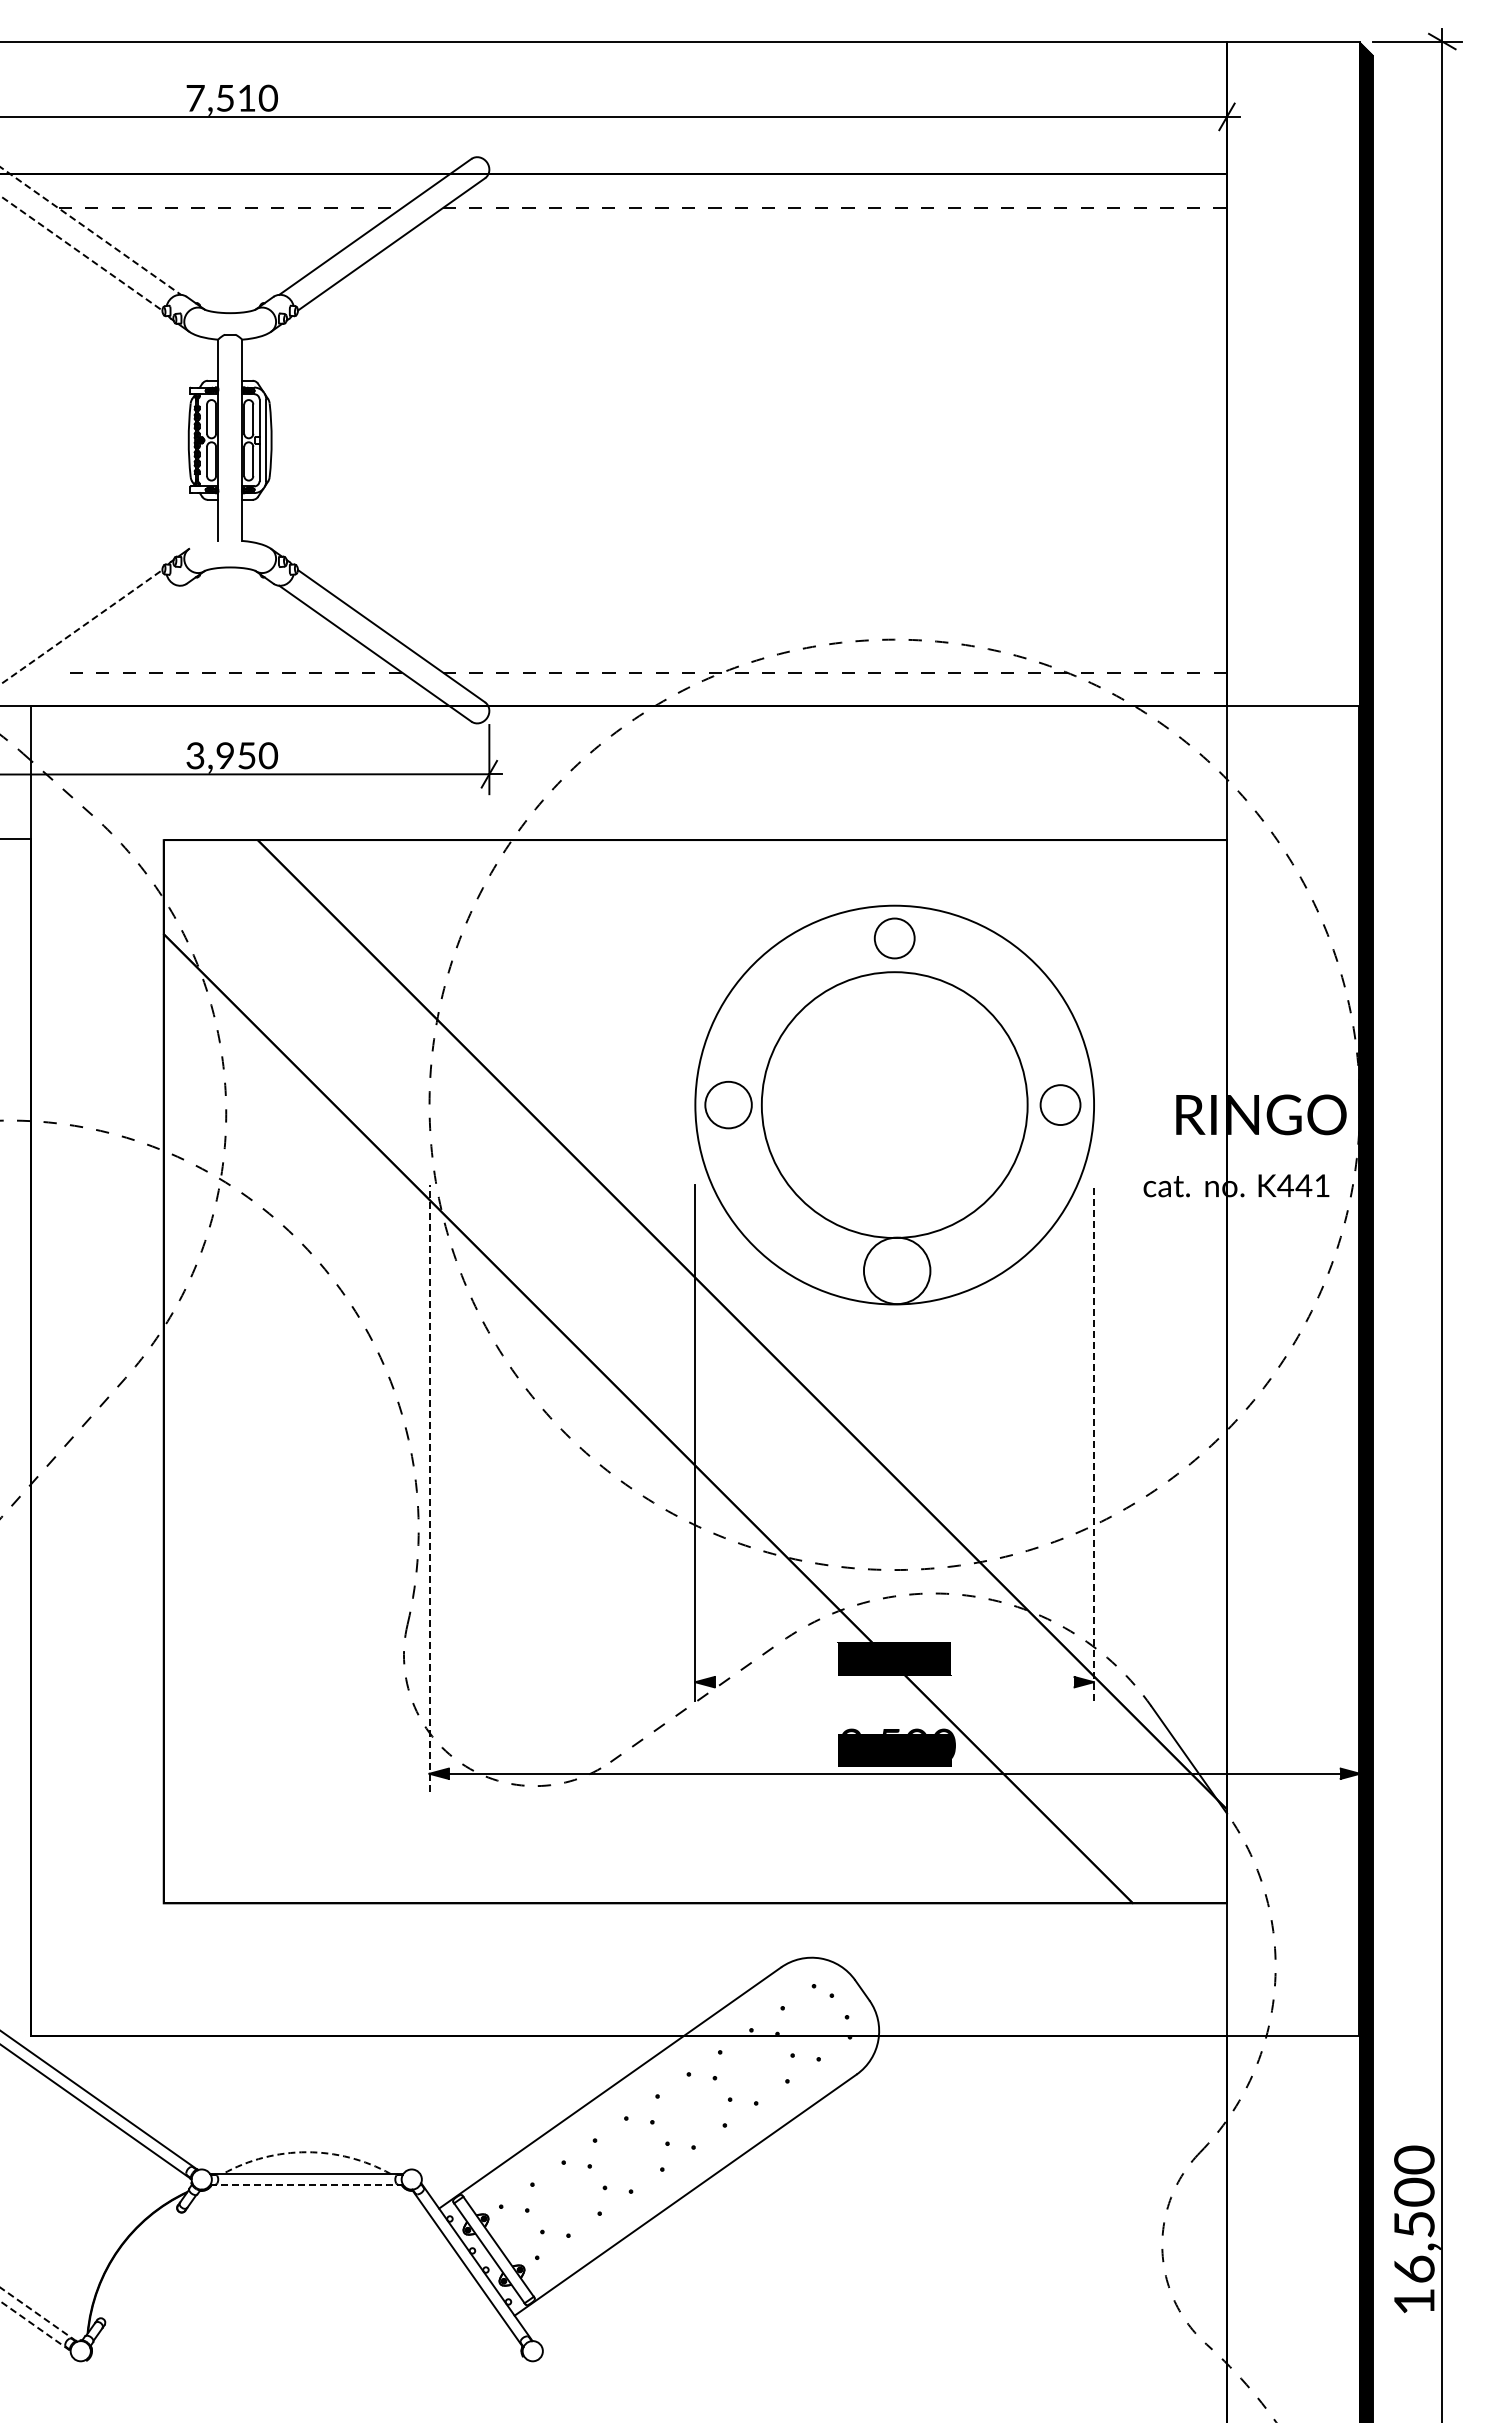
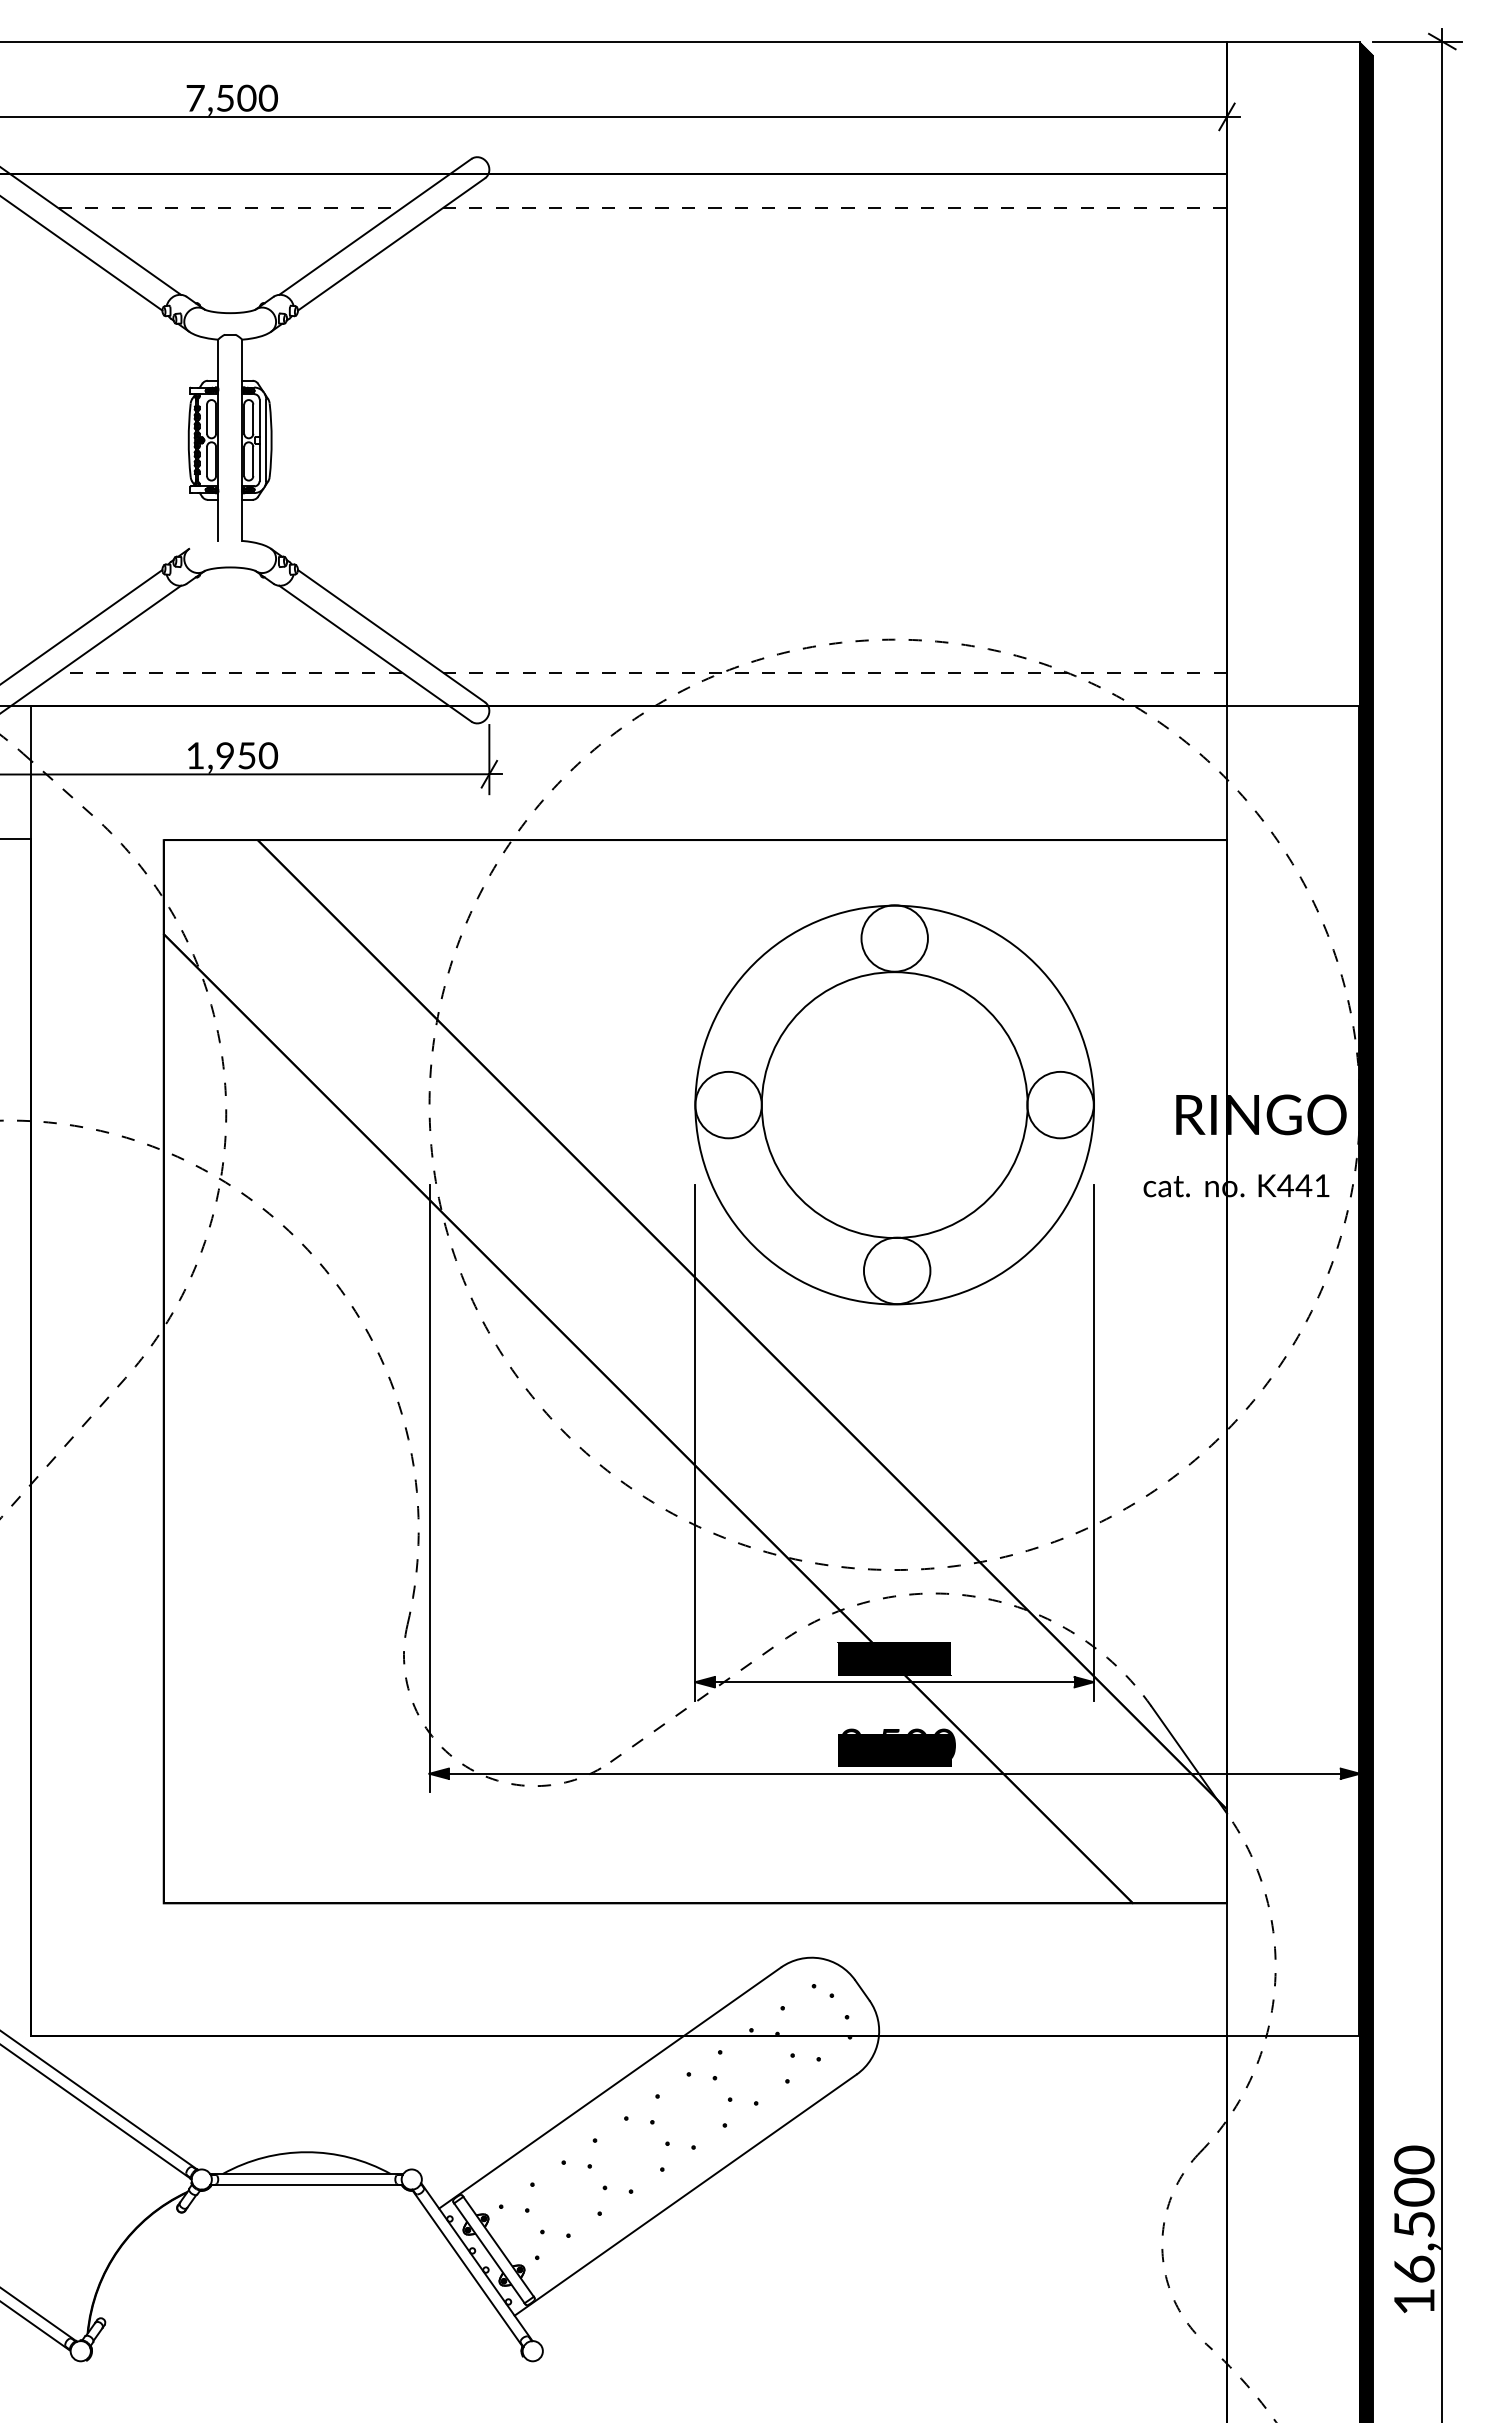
text at (246, 97): 7,510 -> 7,500
line at (90, 230): dashed -> solid
line at (81, 253): dashed -> solid
line at (81, 627): dashed -> solid
line at (91, 648): none -> present
text at (195, 755): 3,950 -> 1,950
circle at (894, 938) diameter: 40 px -> 66 px
circle at (728, 1104) diameter: 47 px -> 66 px
circle at (1060, 1105) diameter: 40 px -> 66 px
line at (1093, 1442): dashed -> solid
line at (429, 1488): dashed -> solid
line at (894, 1682): none -> present
arc at (306, 2152): dashed -> solid
line at (306, 2185): dashed -> solid
line at (38, 2314): dashed -> solid
line at (35, 2326): dashed -> solid
